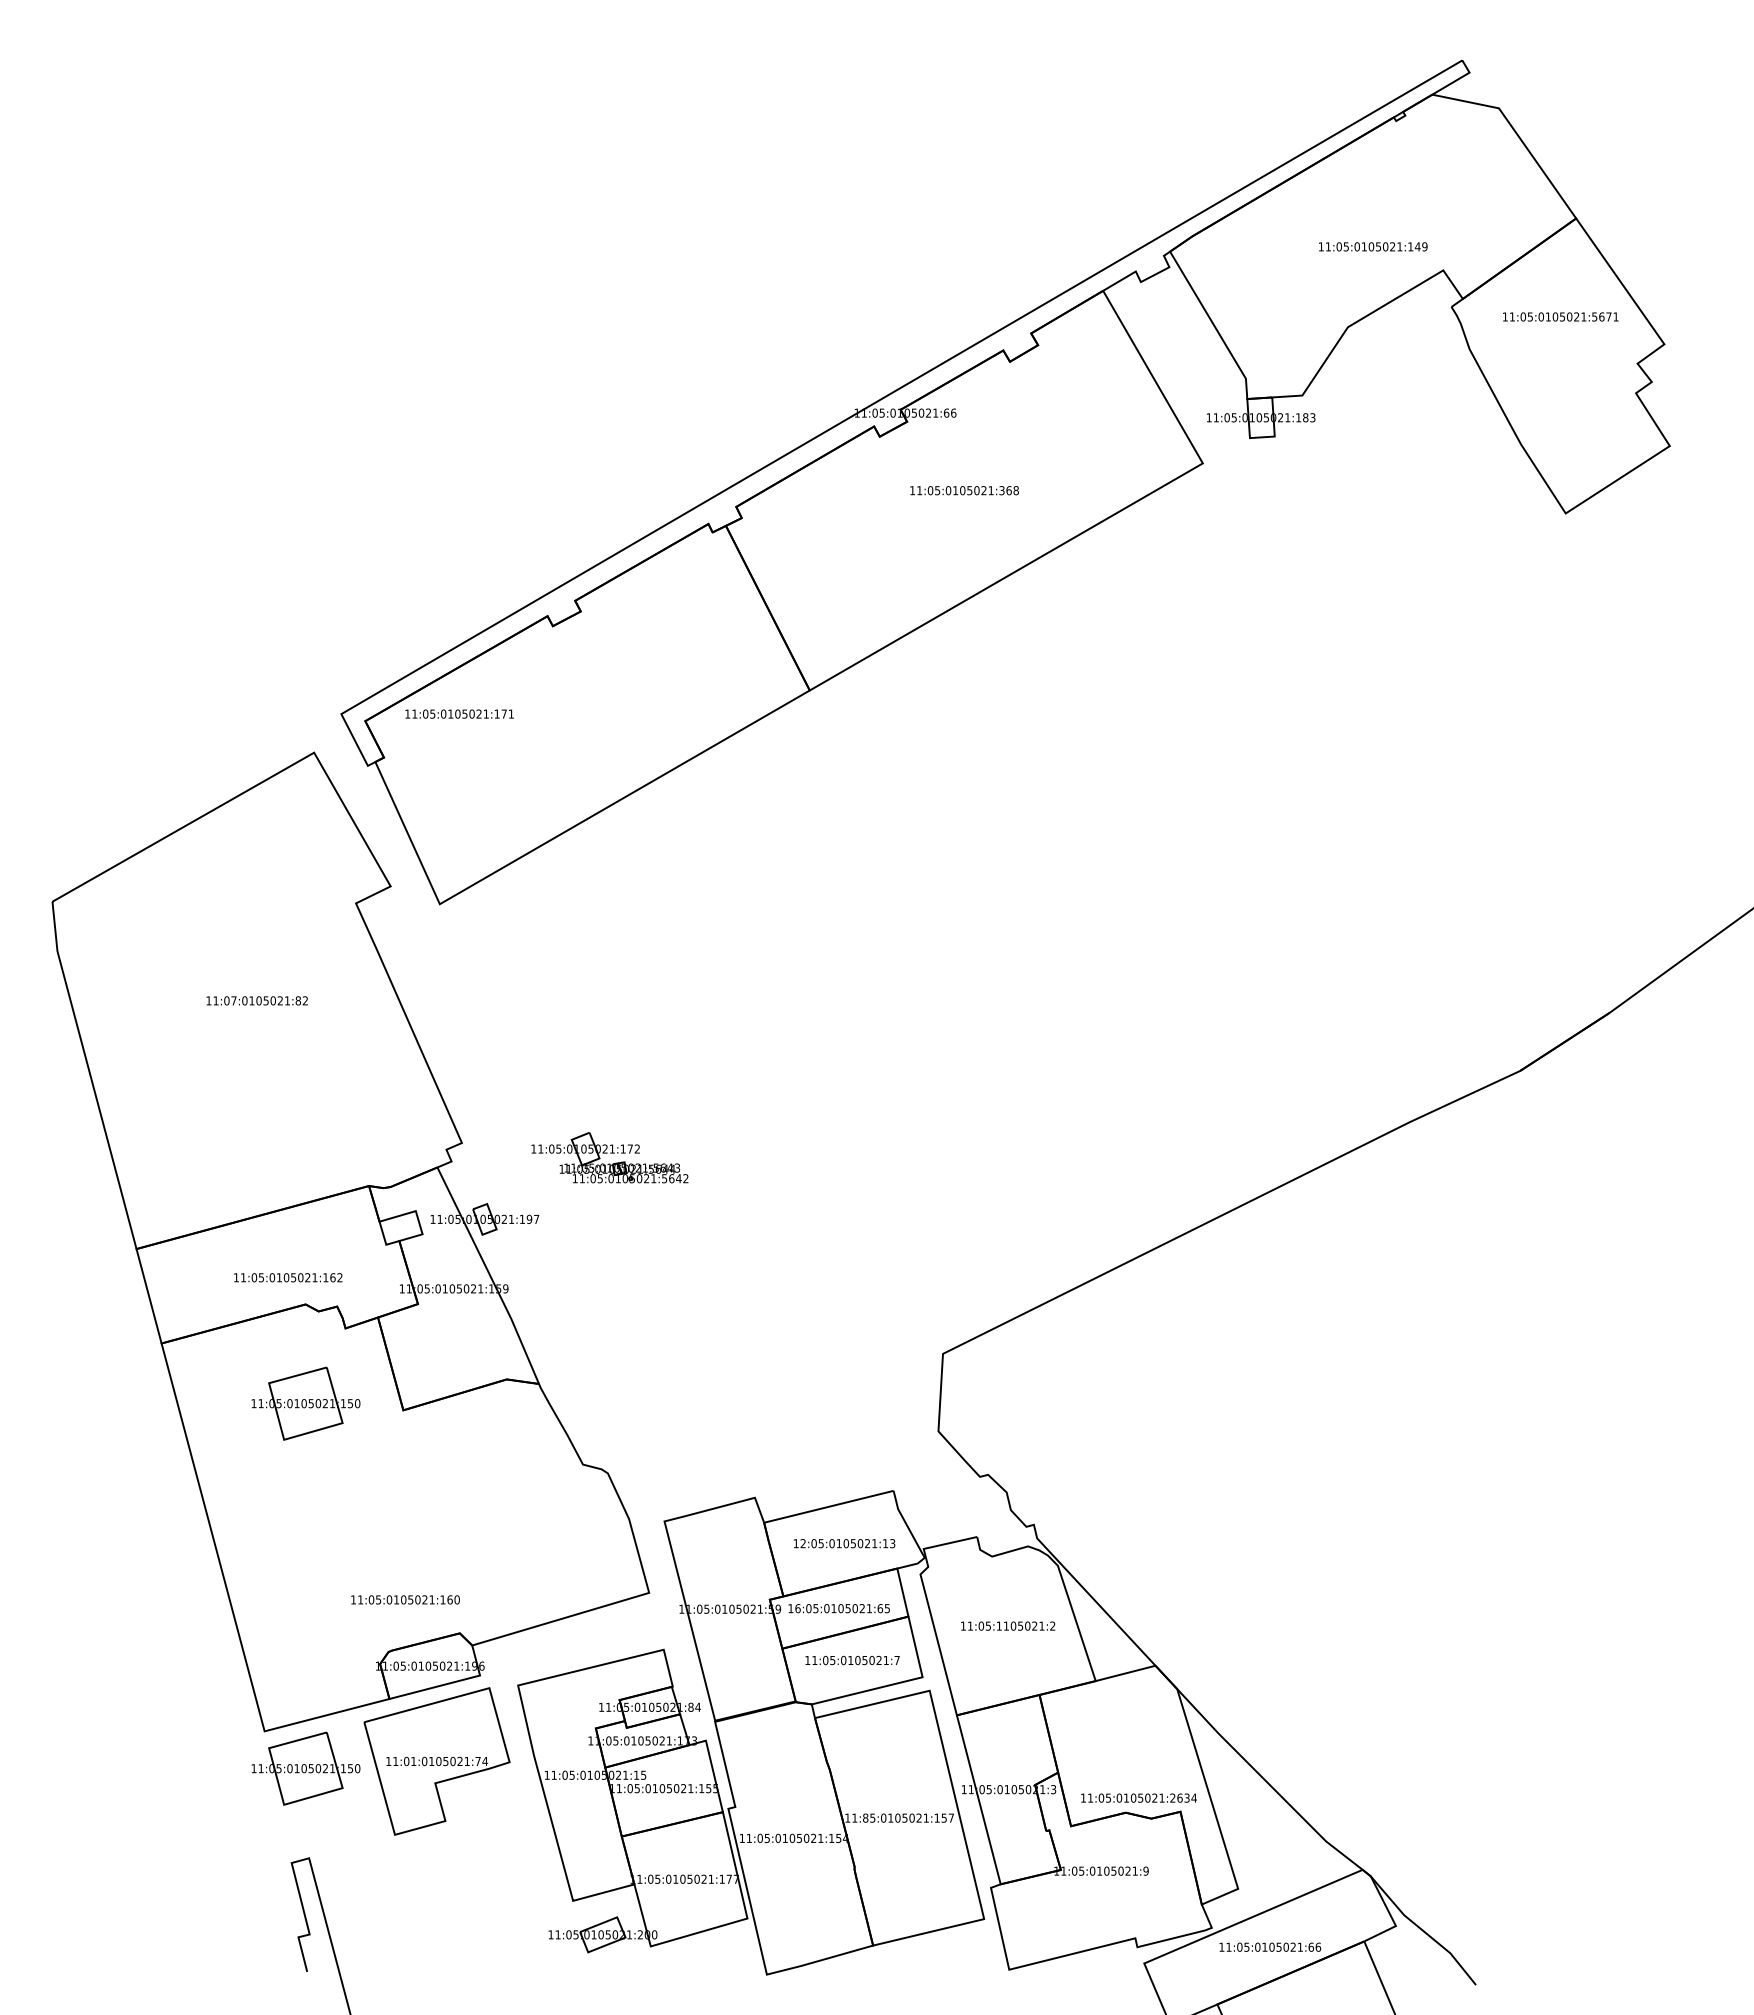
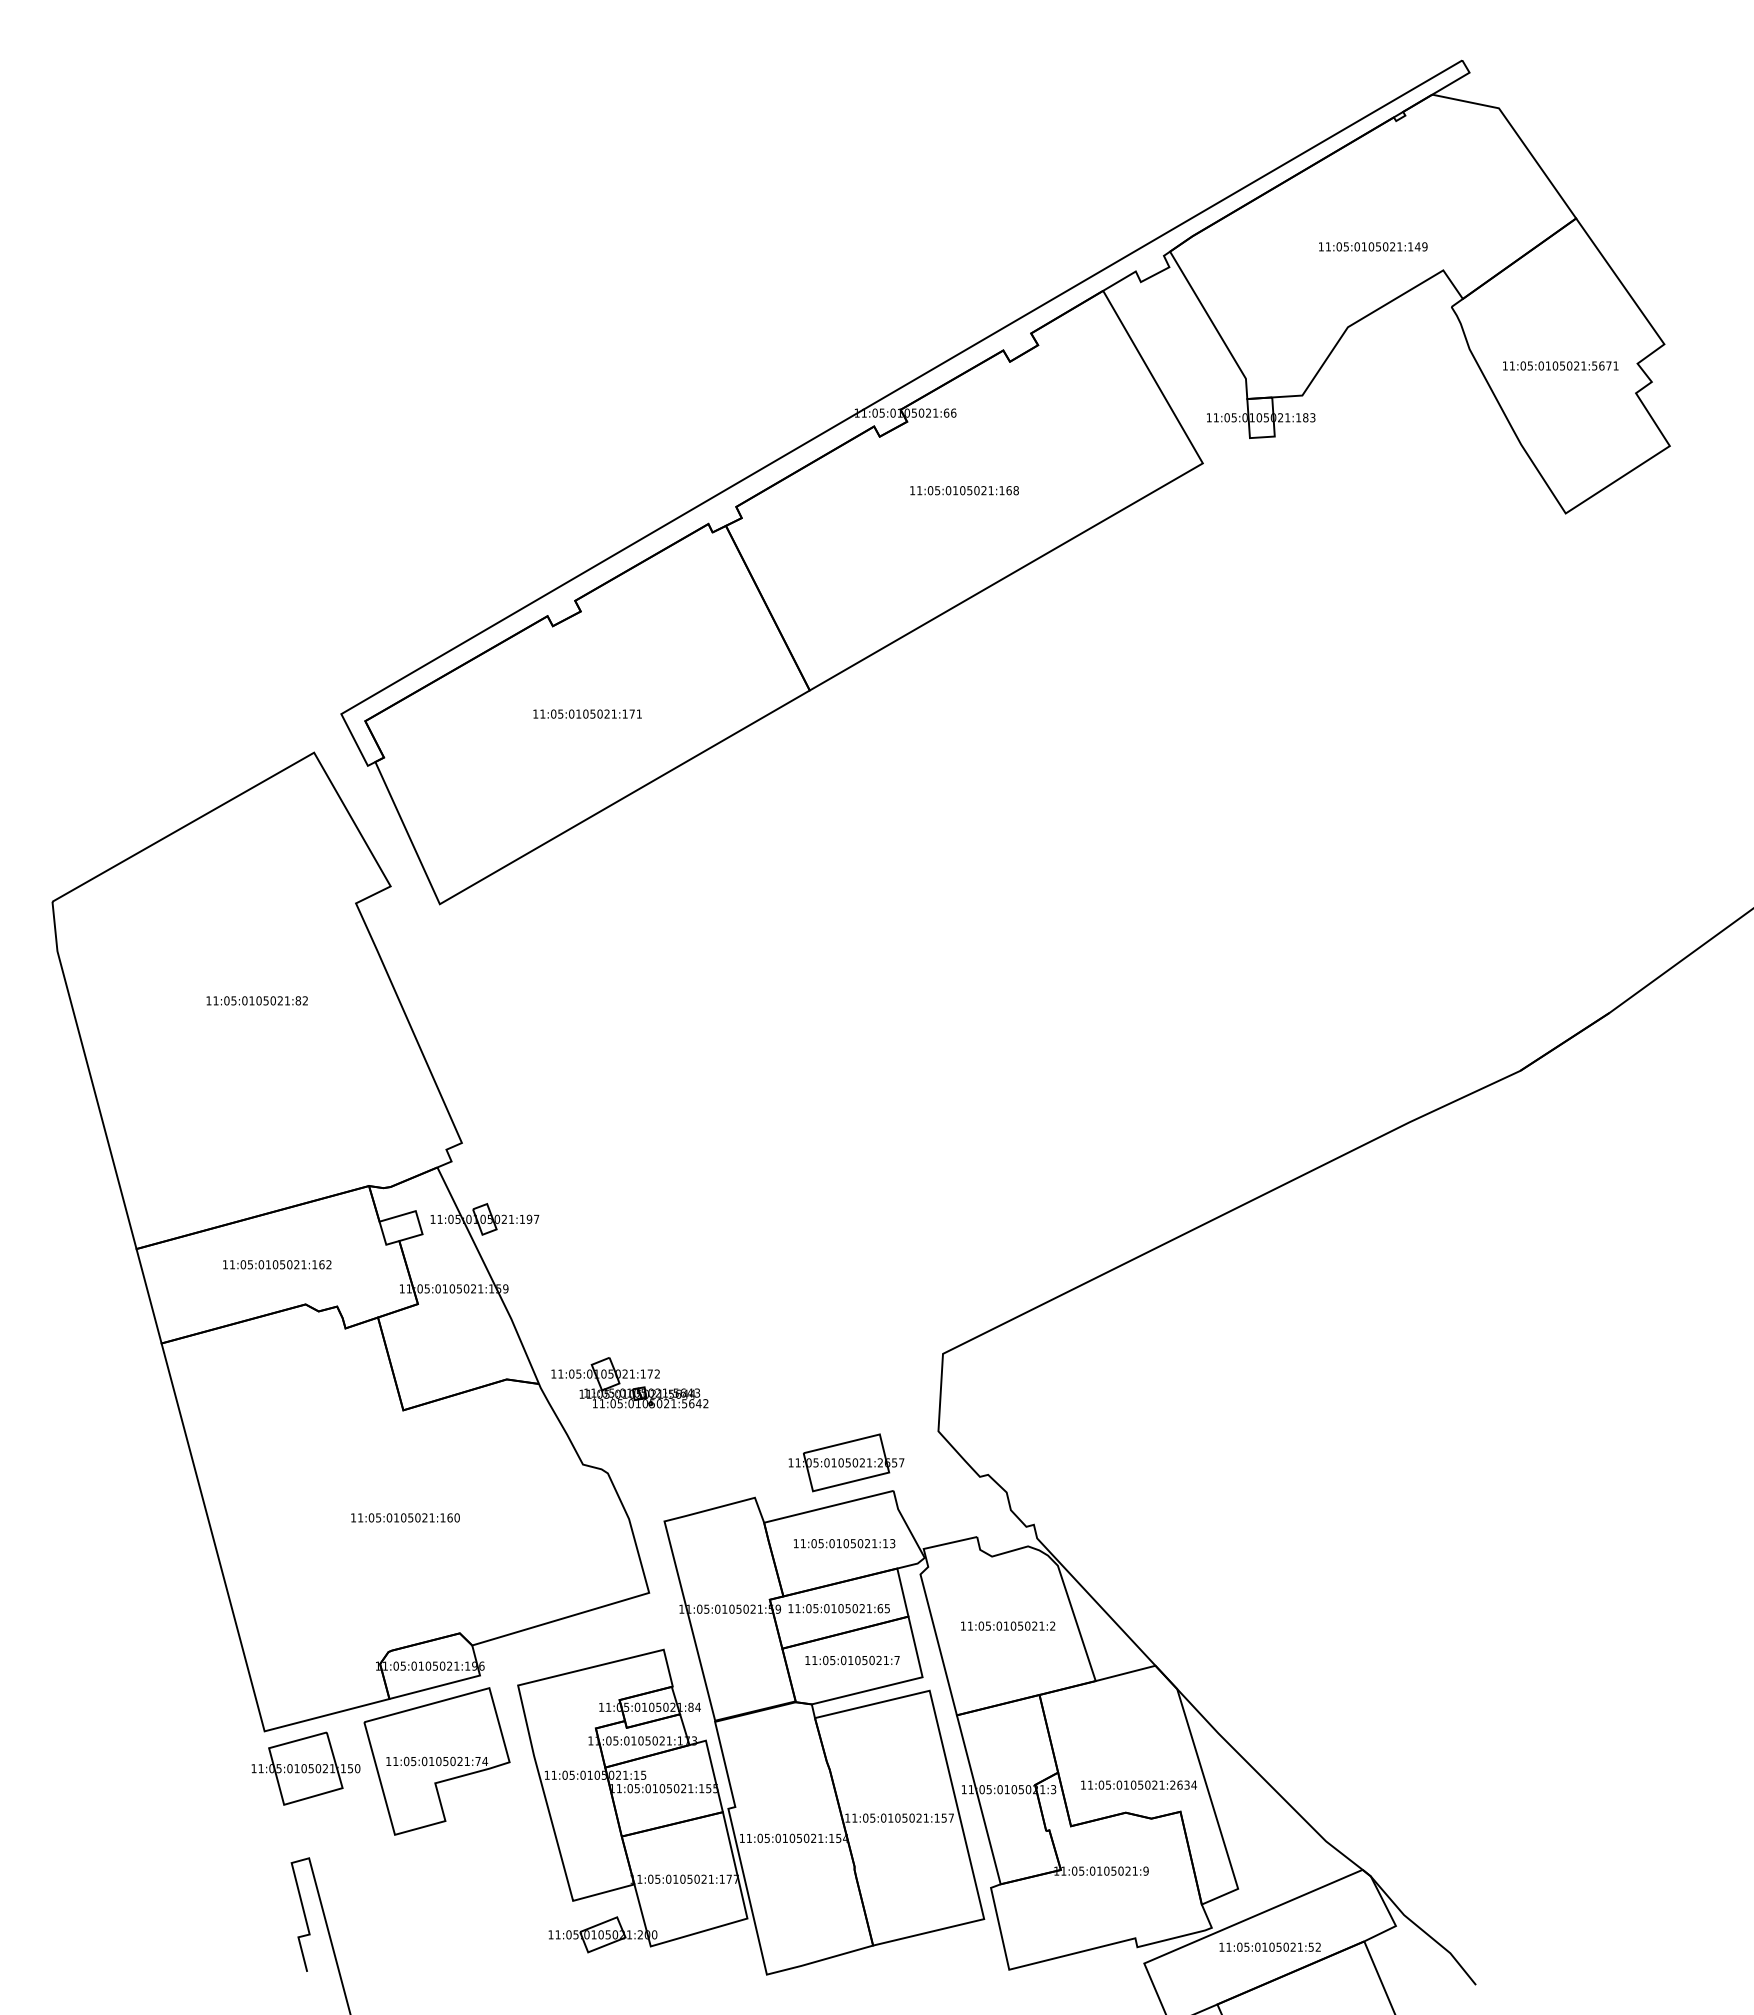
text at (1560, 316) position: (1560, 316) -> (1560, 365)
text at (1001, 490): 11:05:0105021:368 -> 11:05:0105021:168
text at (459, 713) position: (459, 713) -> (587, 713)
text at (233, 1000): 11:07:0105021:82 -> 11:05:0105021:82
part at (609, 1157) position: (609, 1157) -> (629, 1382)
text at (288, 1277) position: (288, 1277) -> (277, 1264)
part at (305, 1403): present -> none
part at (846, 1462): none -> present
text at (802, 1543): 12:05:0105021:13 -> 11:05:0105021:13
text at (405, 1599) position: (405, 1599) -> (405, 1517)
text at (797, 1608): 16:05:0105021:65 -> 11:05:0105021:65
text at (999, 1625): 11:05:1105021:2 -> 11:05:0105021:2
text at (413, 1761): 11:01:0105021:74 -> 11:05:0105021:74
text at (1138, 1797) position: (1138, 1797) -> (1138, 1784)
text at (865, 1817): 11:85:0105021:157 -> 11:05:0105021:157
text at (1314, 1946): 11:05:0105021:66 -> 11:05:0105021:52
